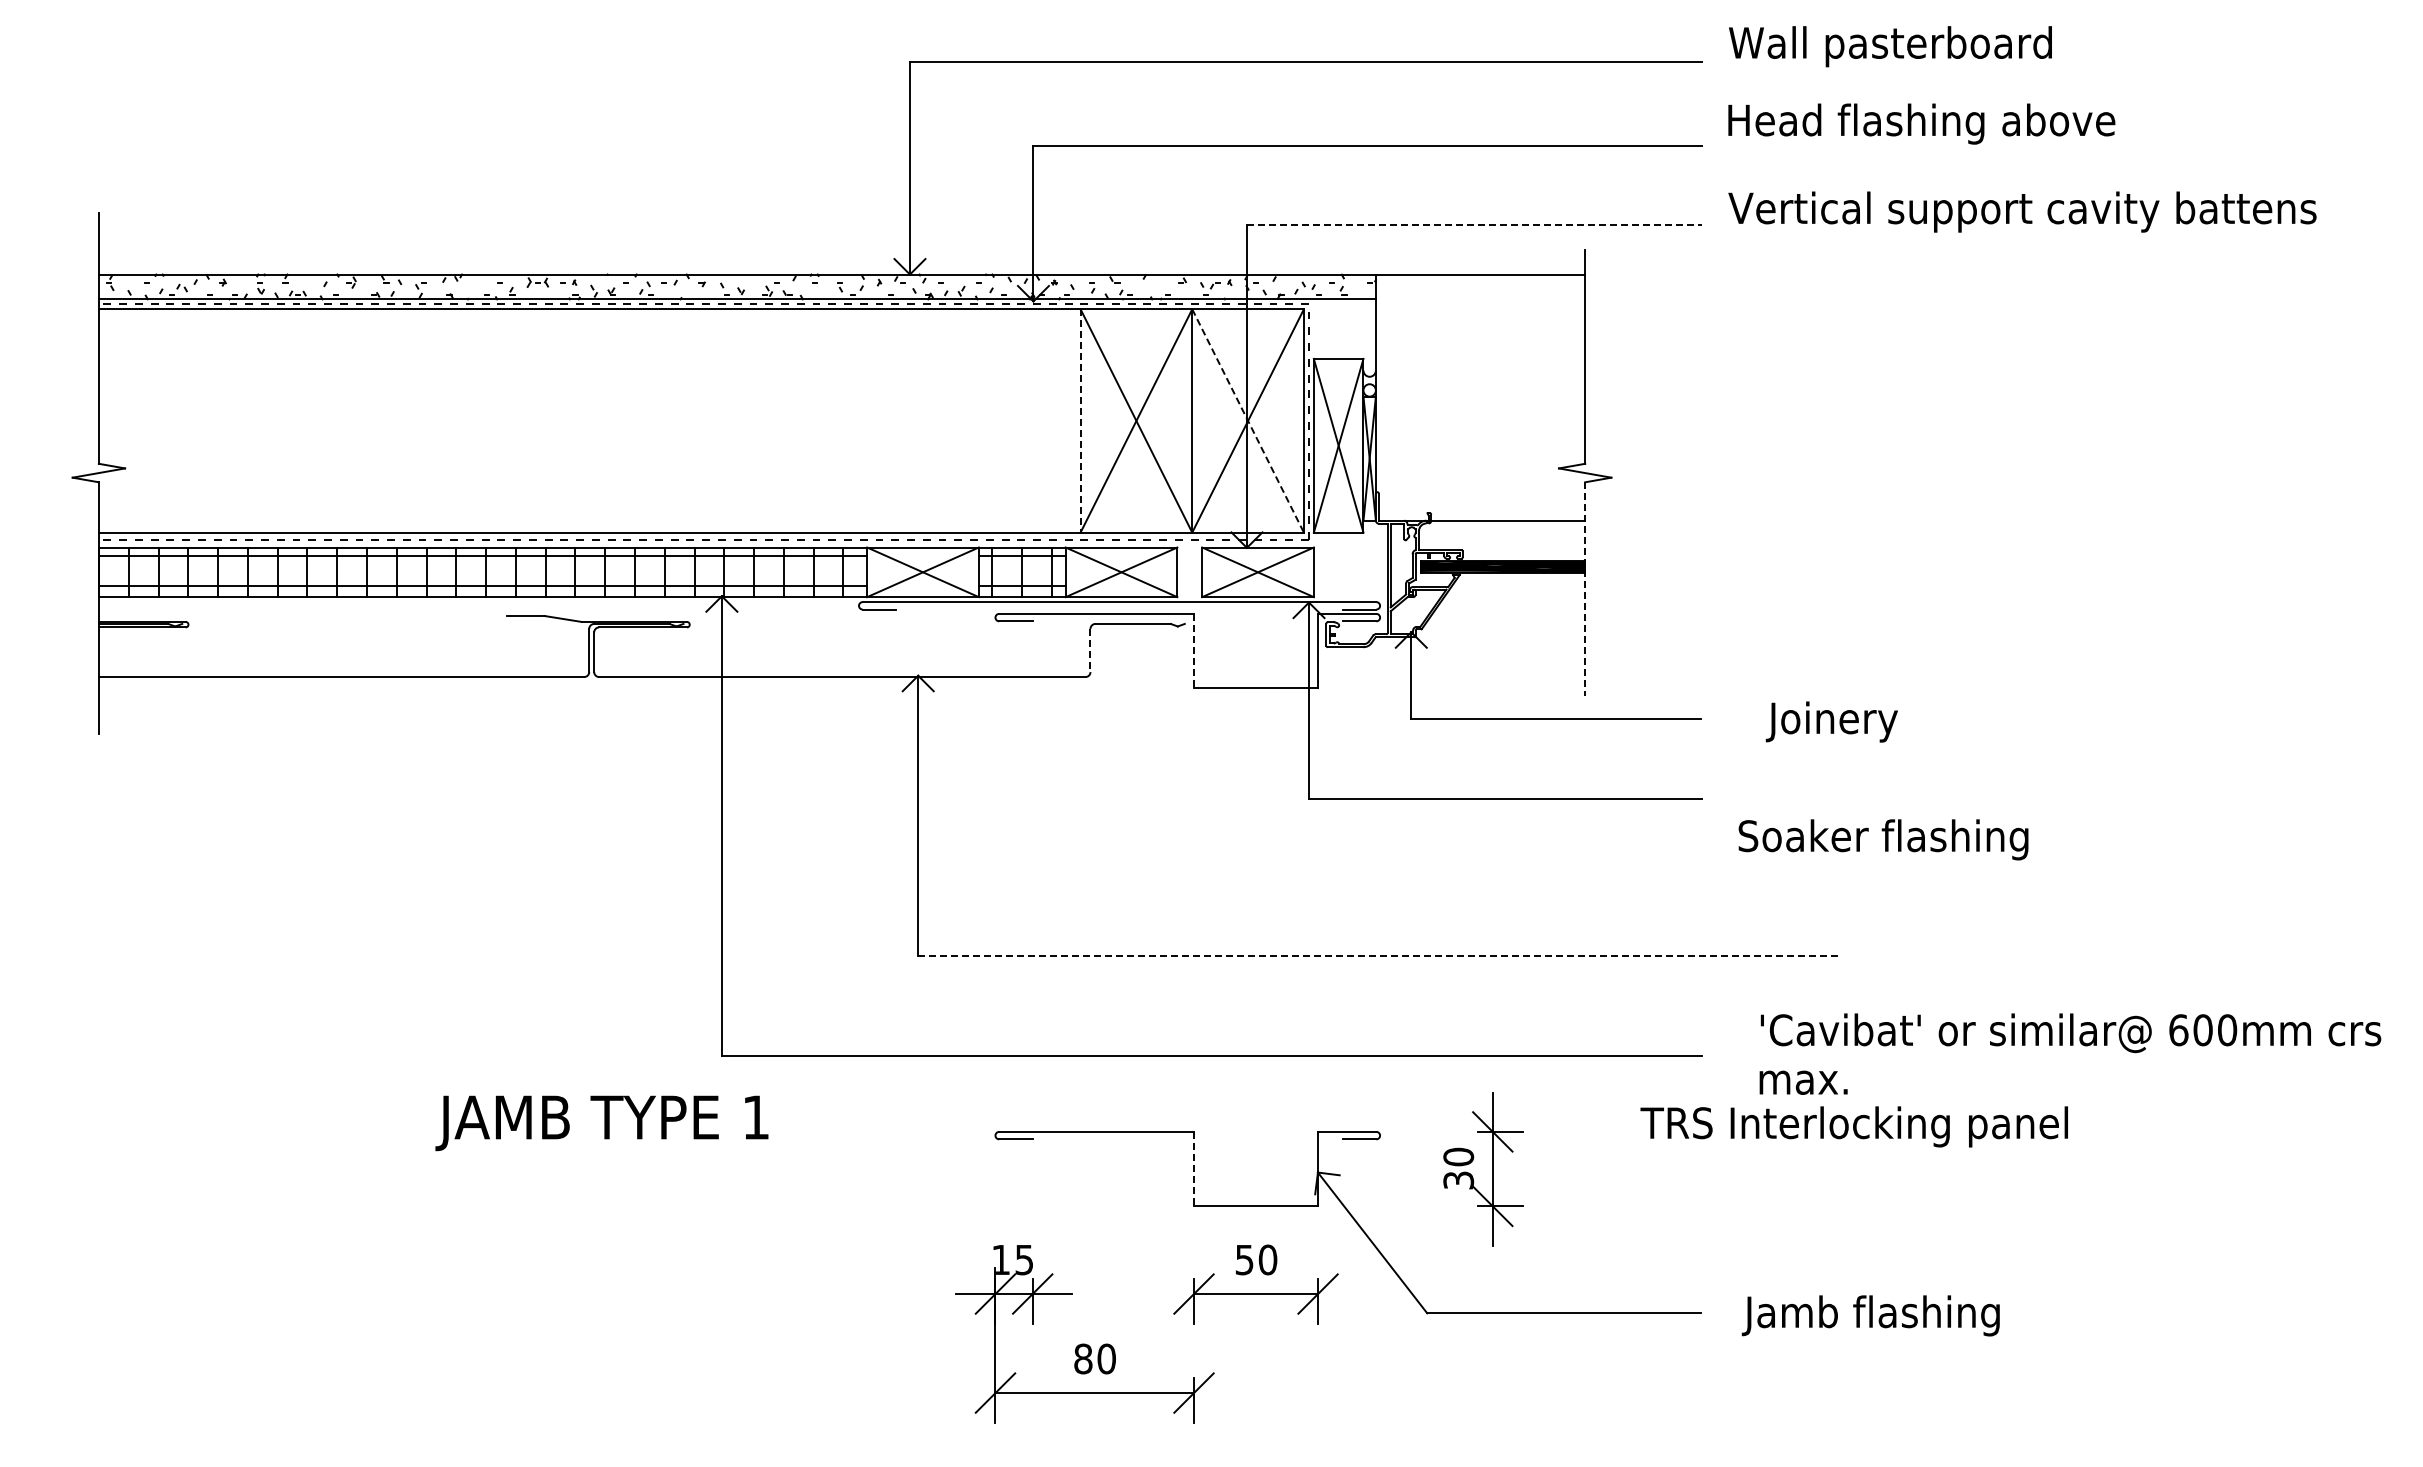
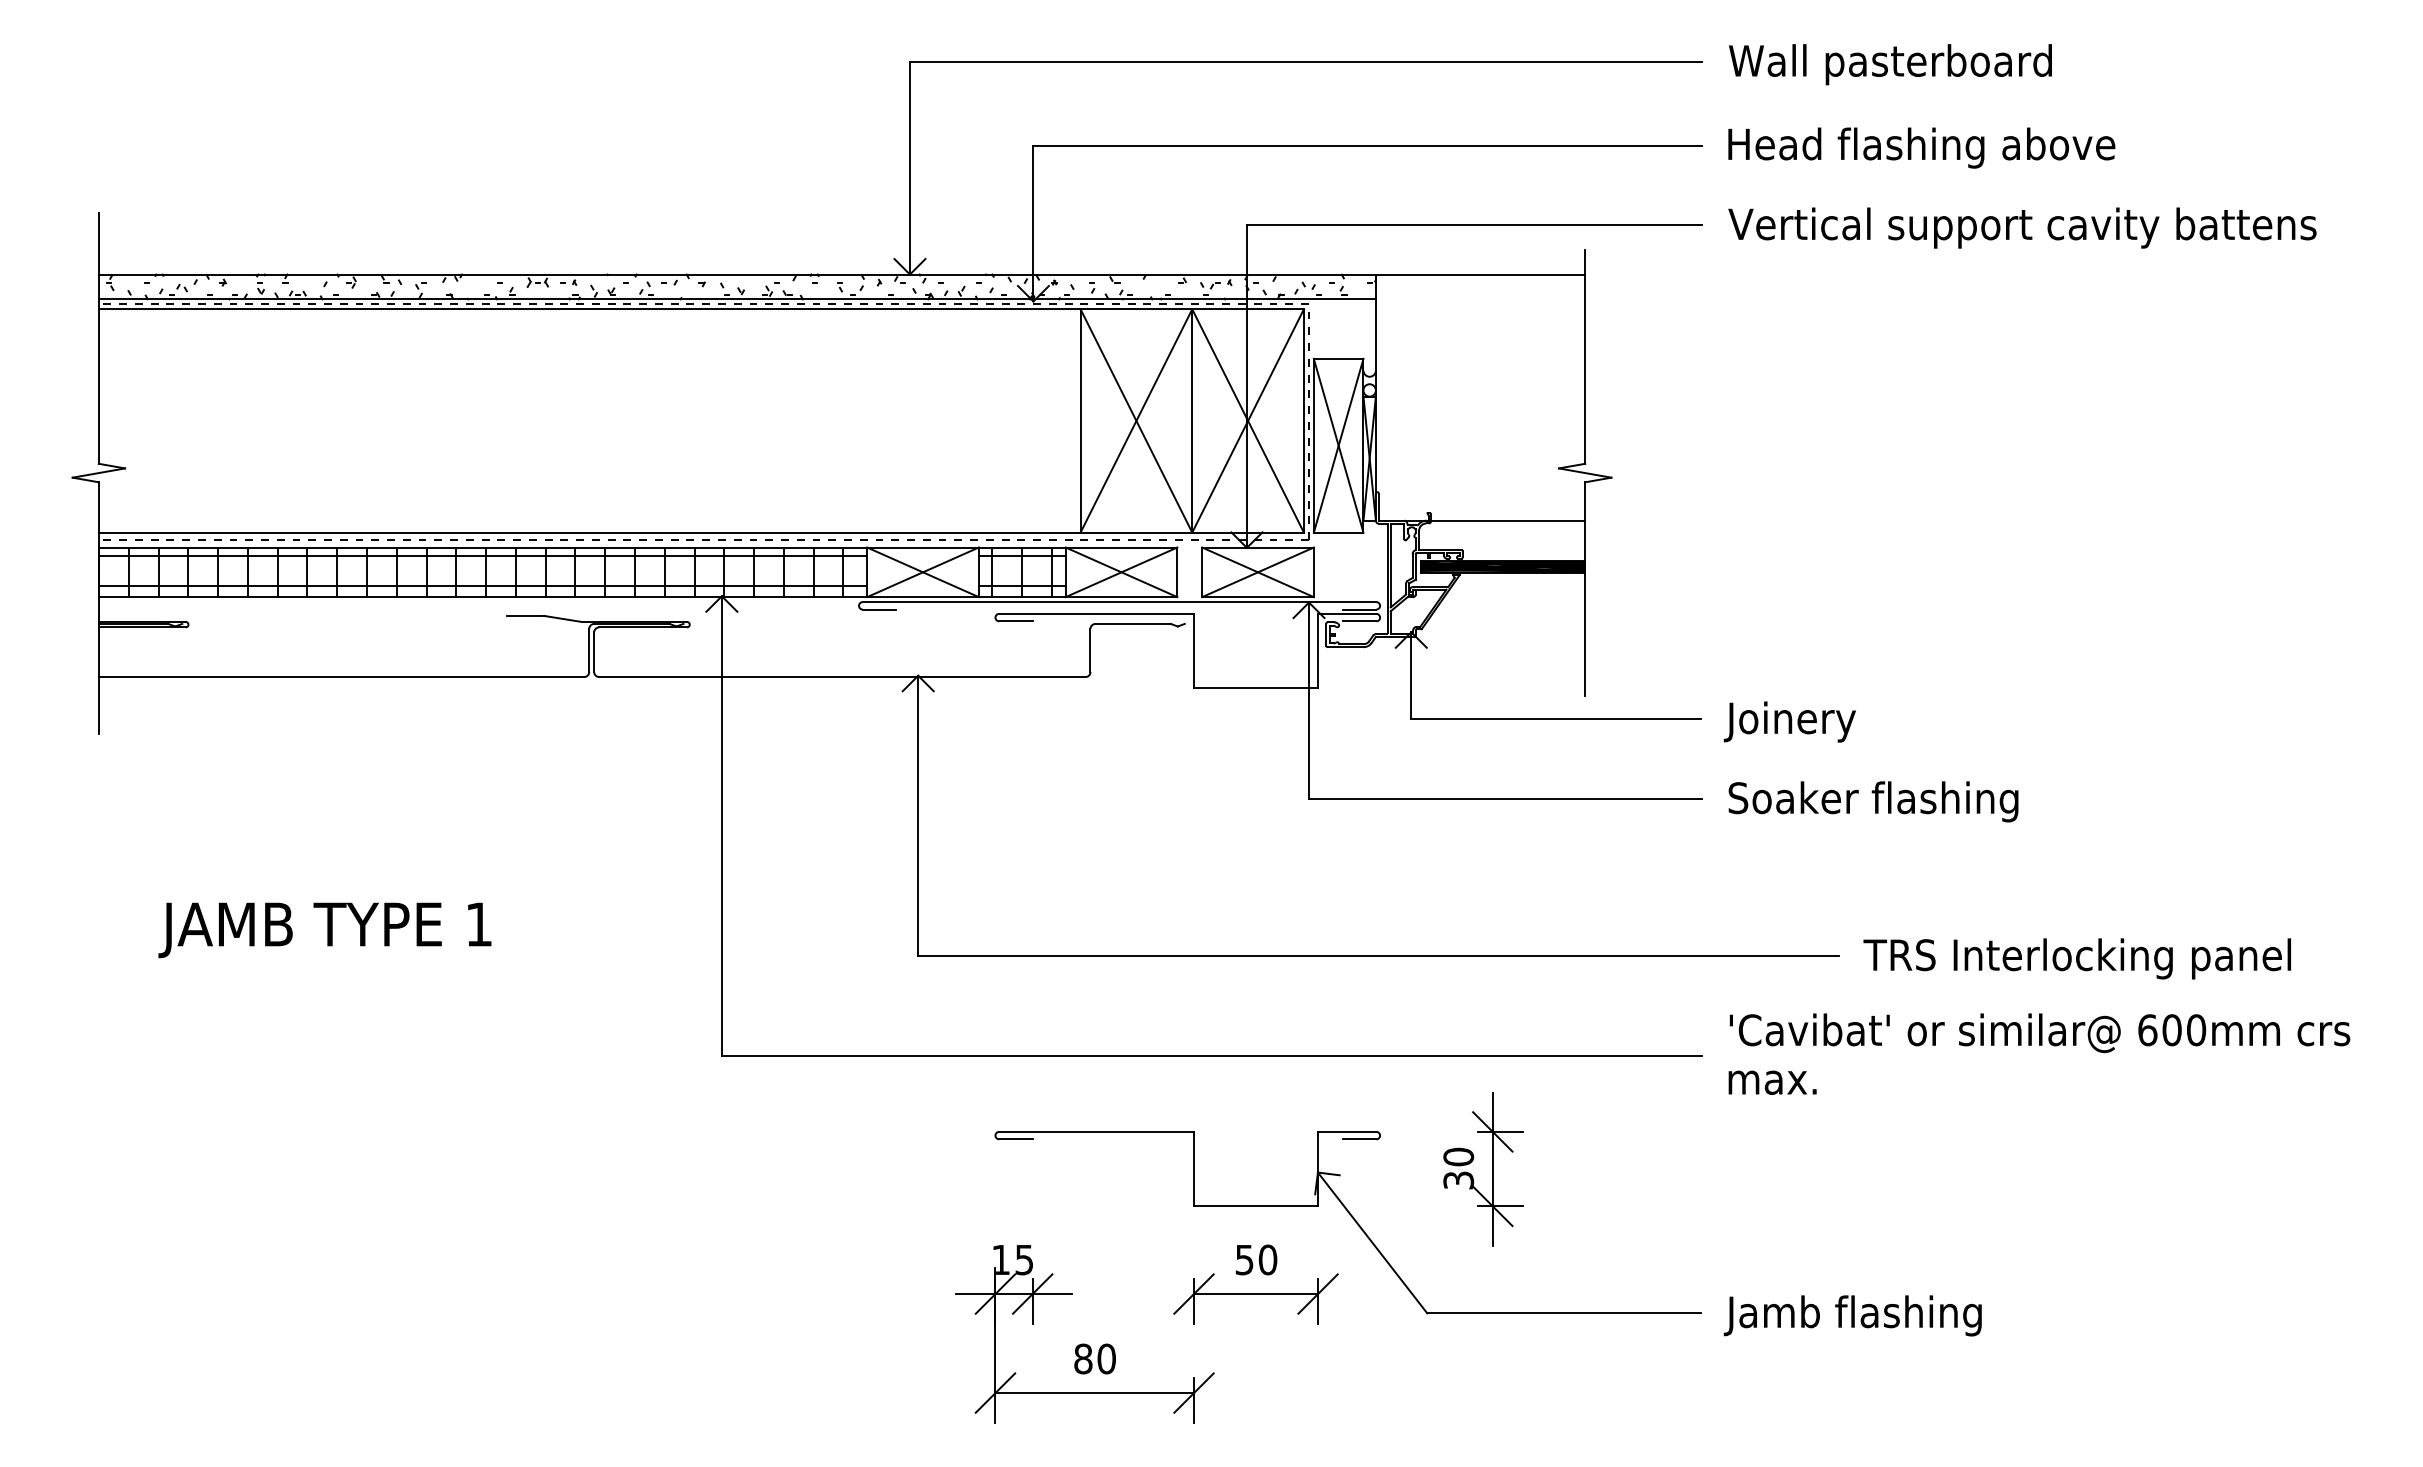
text at (1890, 46) position: (1890, 46) -> (1890, 64)
text at (1921, 123) position: (1921, 123) -> (1921, 147)
text at (2022, 211) position: (2022, 211) -> (2022, 227)
line at (1474, 225): dashed -> solid
line at (1080, 420): dashed -> solid
line at (1248, 420): dashed -> solid
line at (1585, 589): dashed -> solid
line at (1090, 650): dashed -> solid
line at (1193, 651): dashed -> solid
text at (1831, 721) position: (1831, 721) -> (1789, 721)
text at (1883, 839) position: (1883, 839) -> (1873, 801)
line at (1379, 956): dashed -> solid
text at (2070, 1053) position: (2070, 1053) -> (2039, 1053)
text at (601, 1123) position: (601, 1123) -> (324, 930)
text at (1853, 1126) position: (1853, 1126) -> (2076, 958)
line at (1193, 1169): dashed -> solid
text at (1870, 1315) position: (1870, 1315) -> (1852, 1315)
